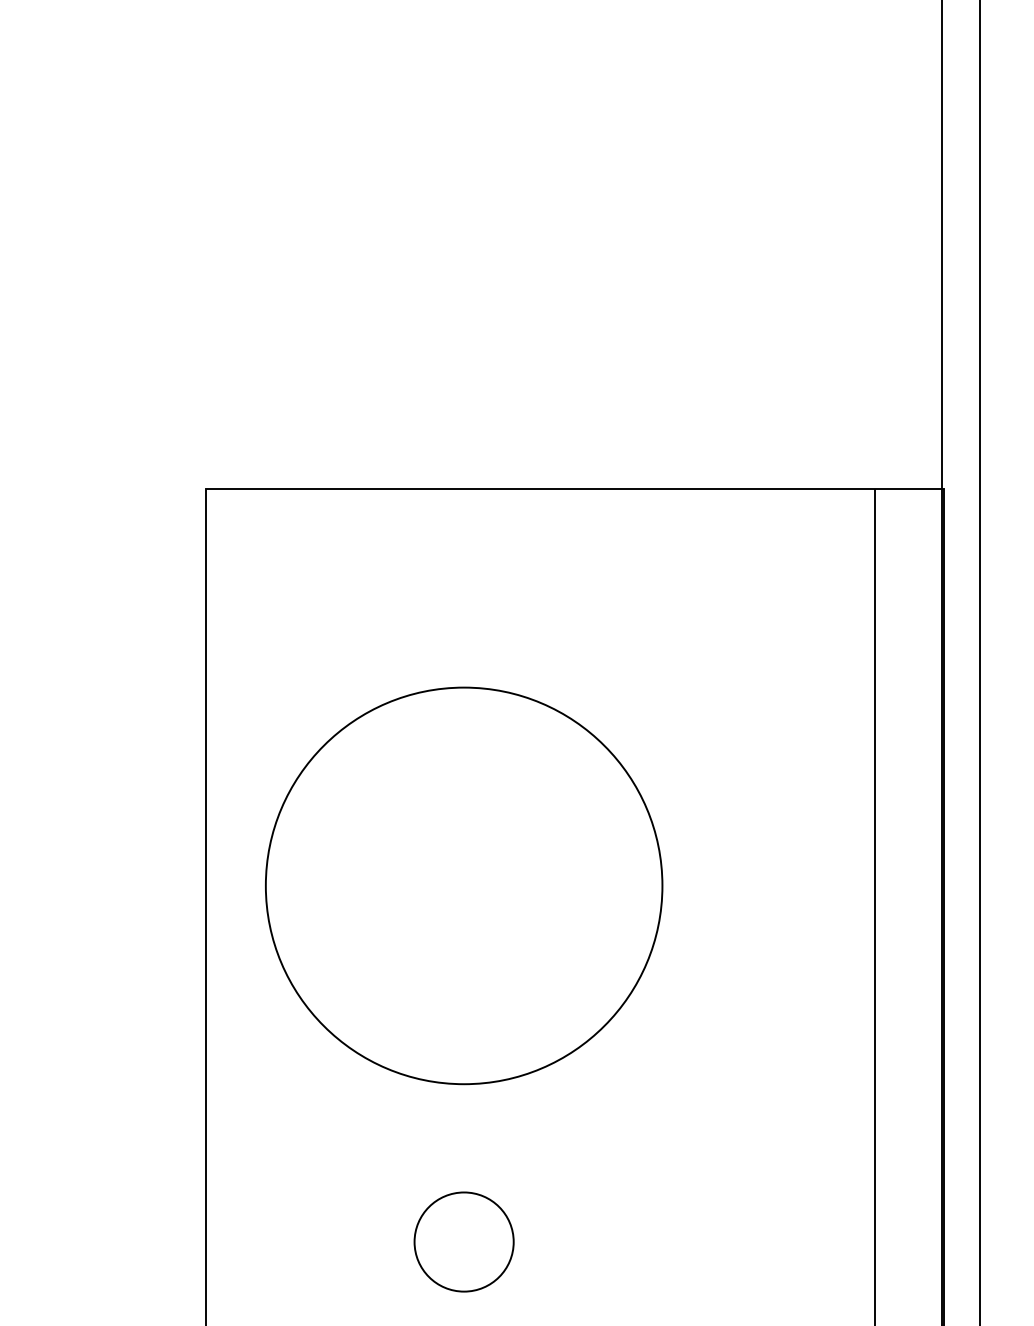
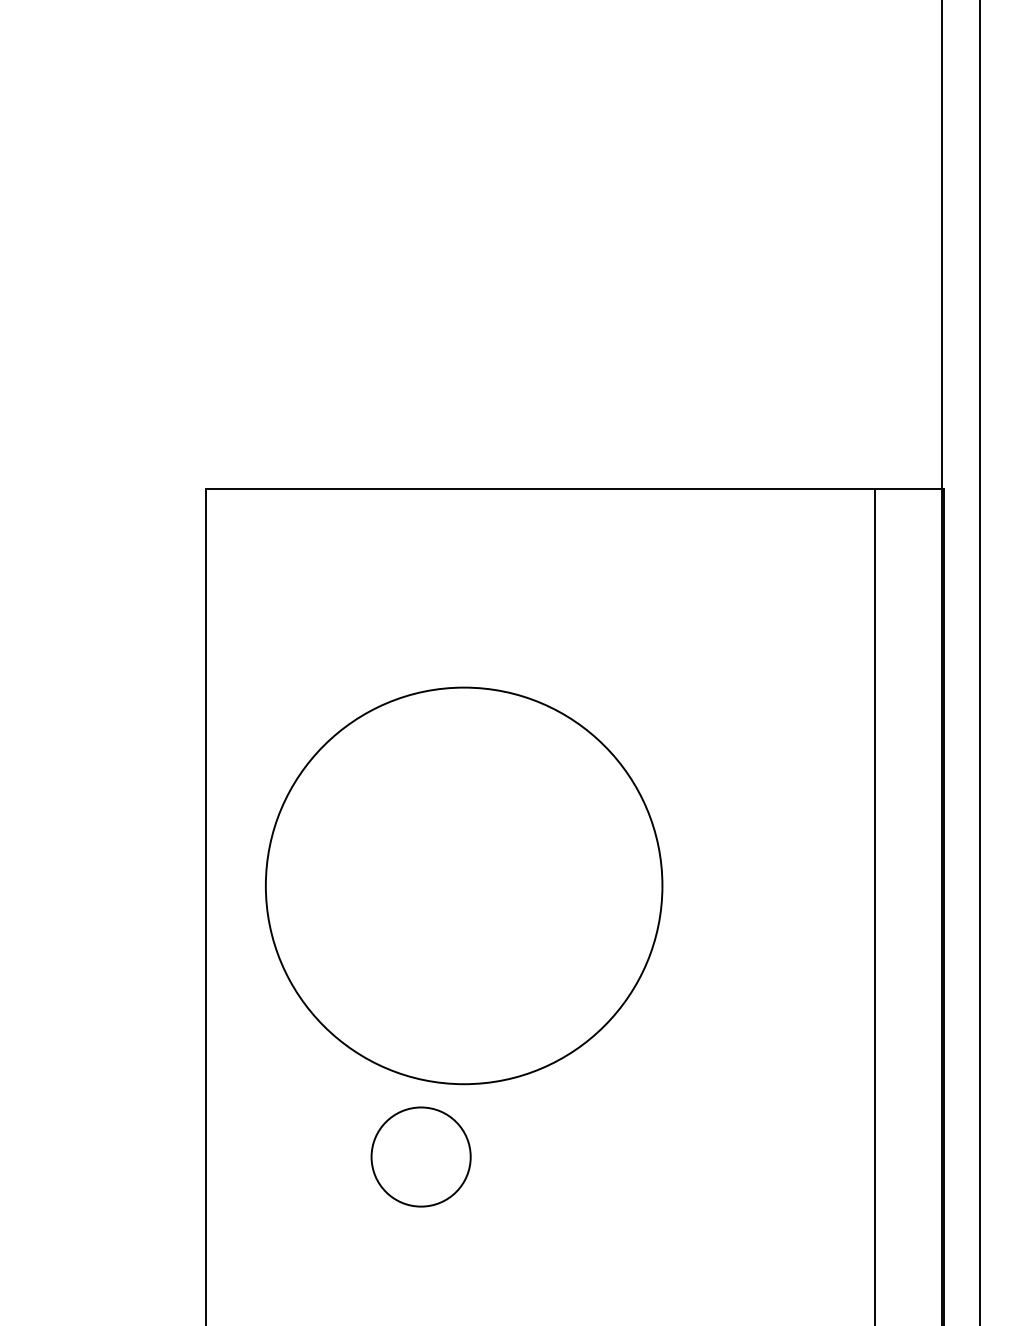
part at (463, 1241) position: (463, 1241) -> (420, 1156)
